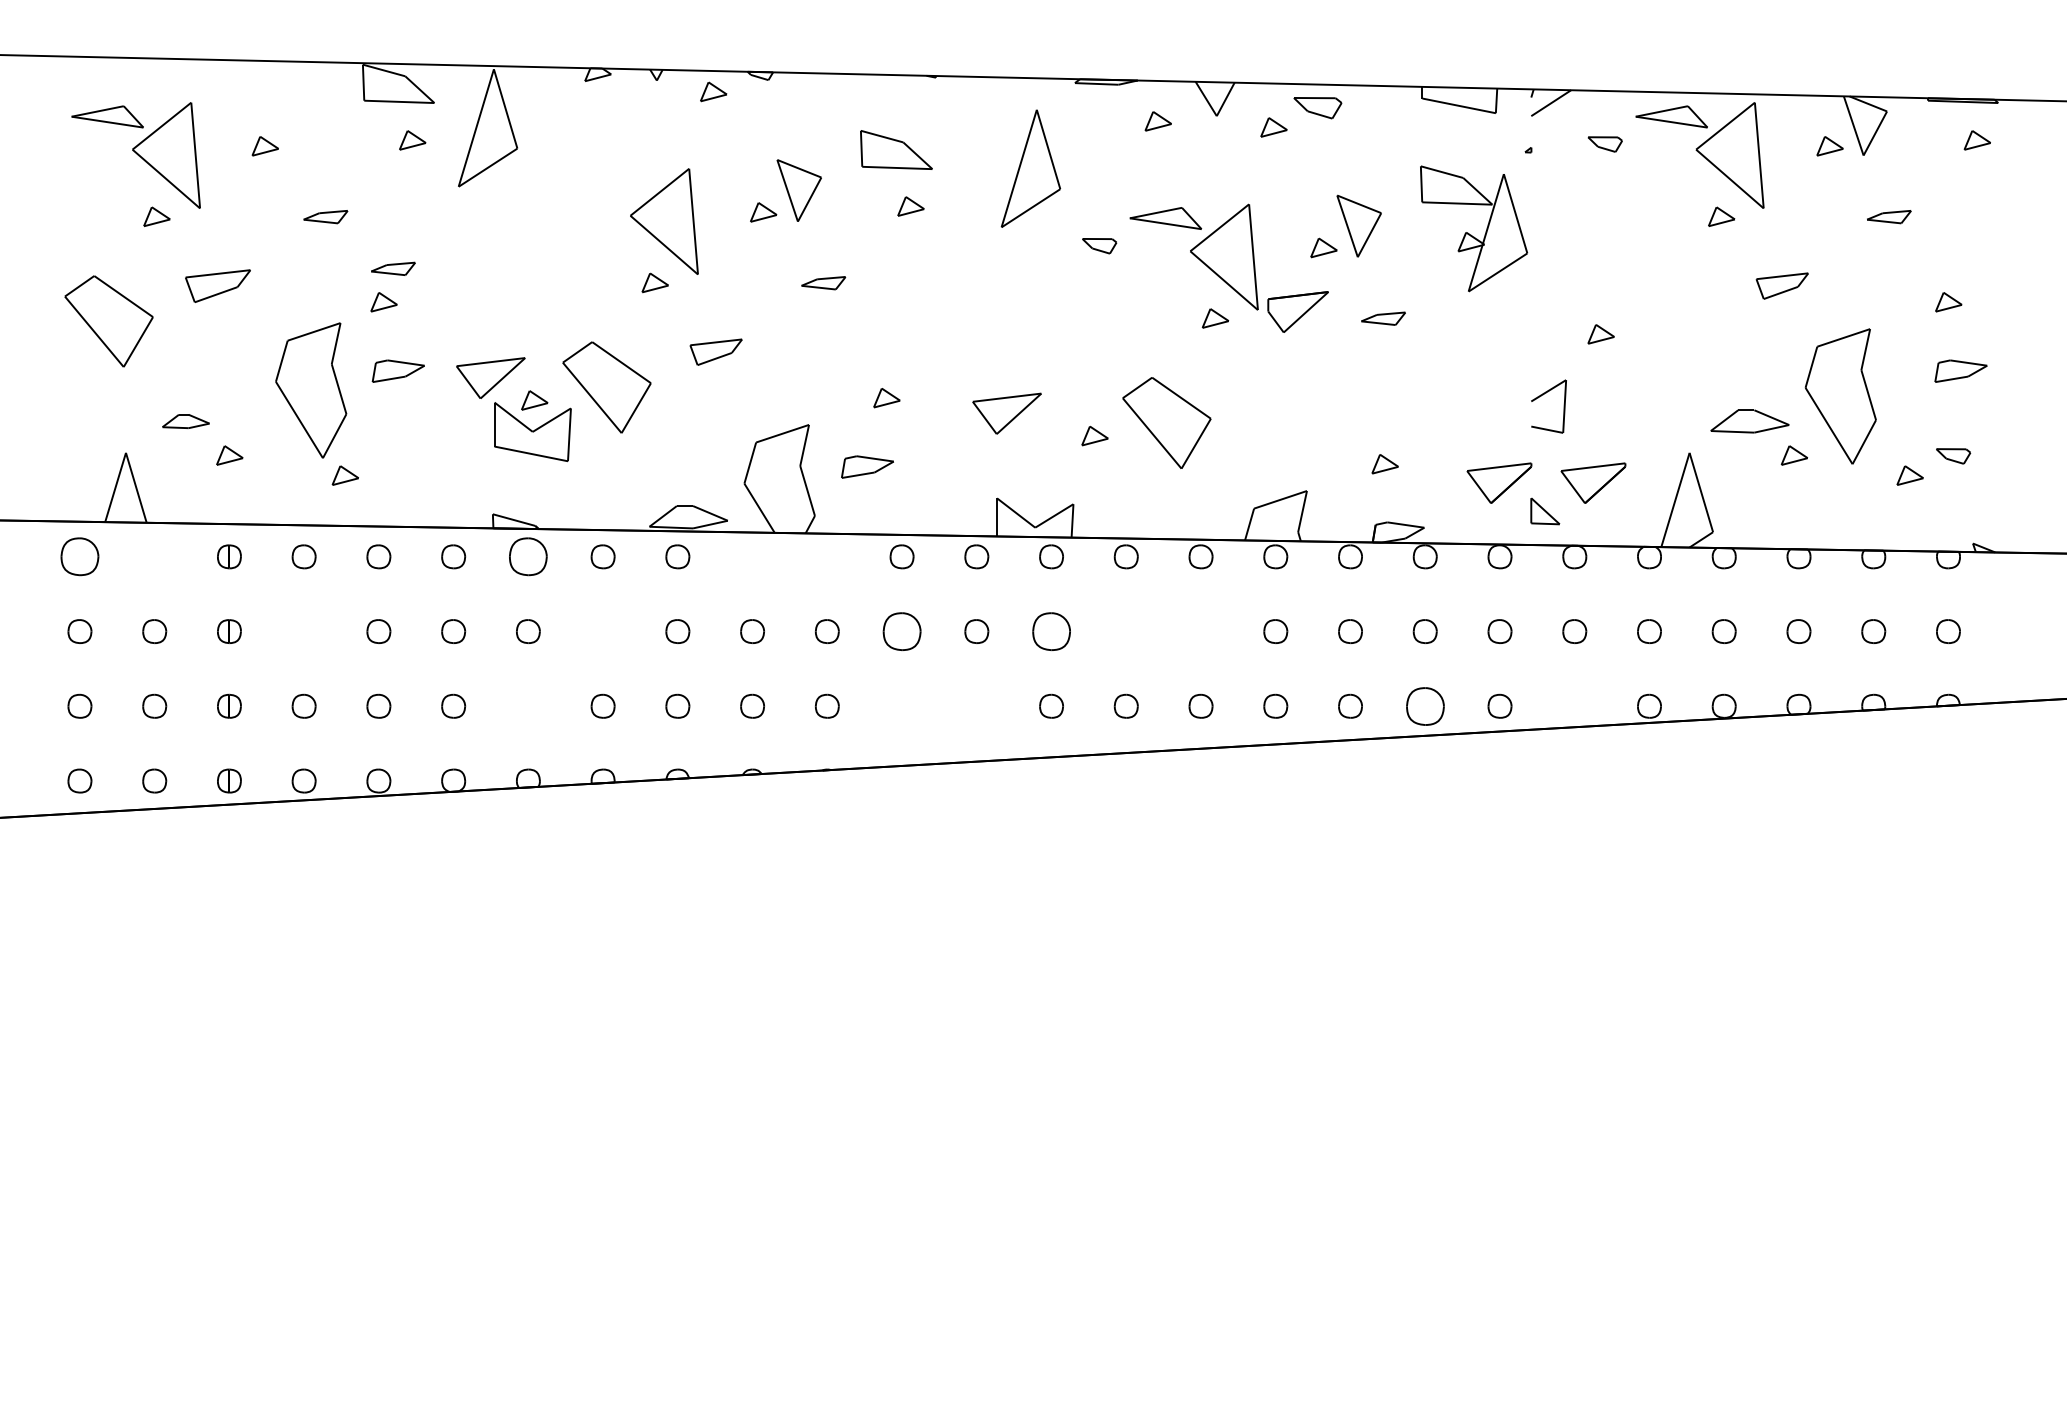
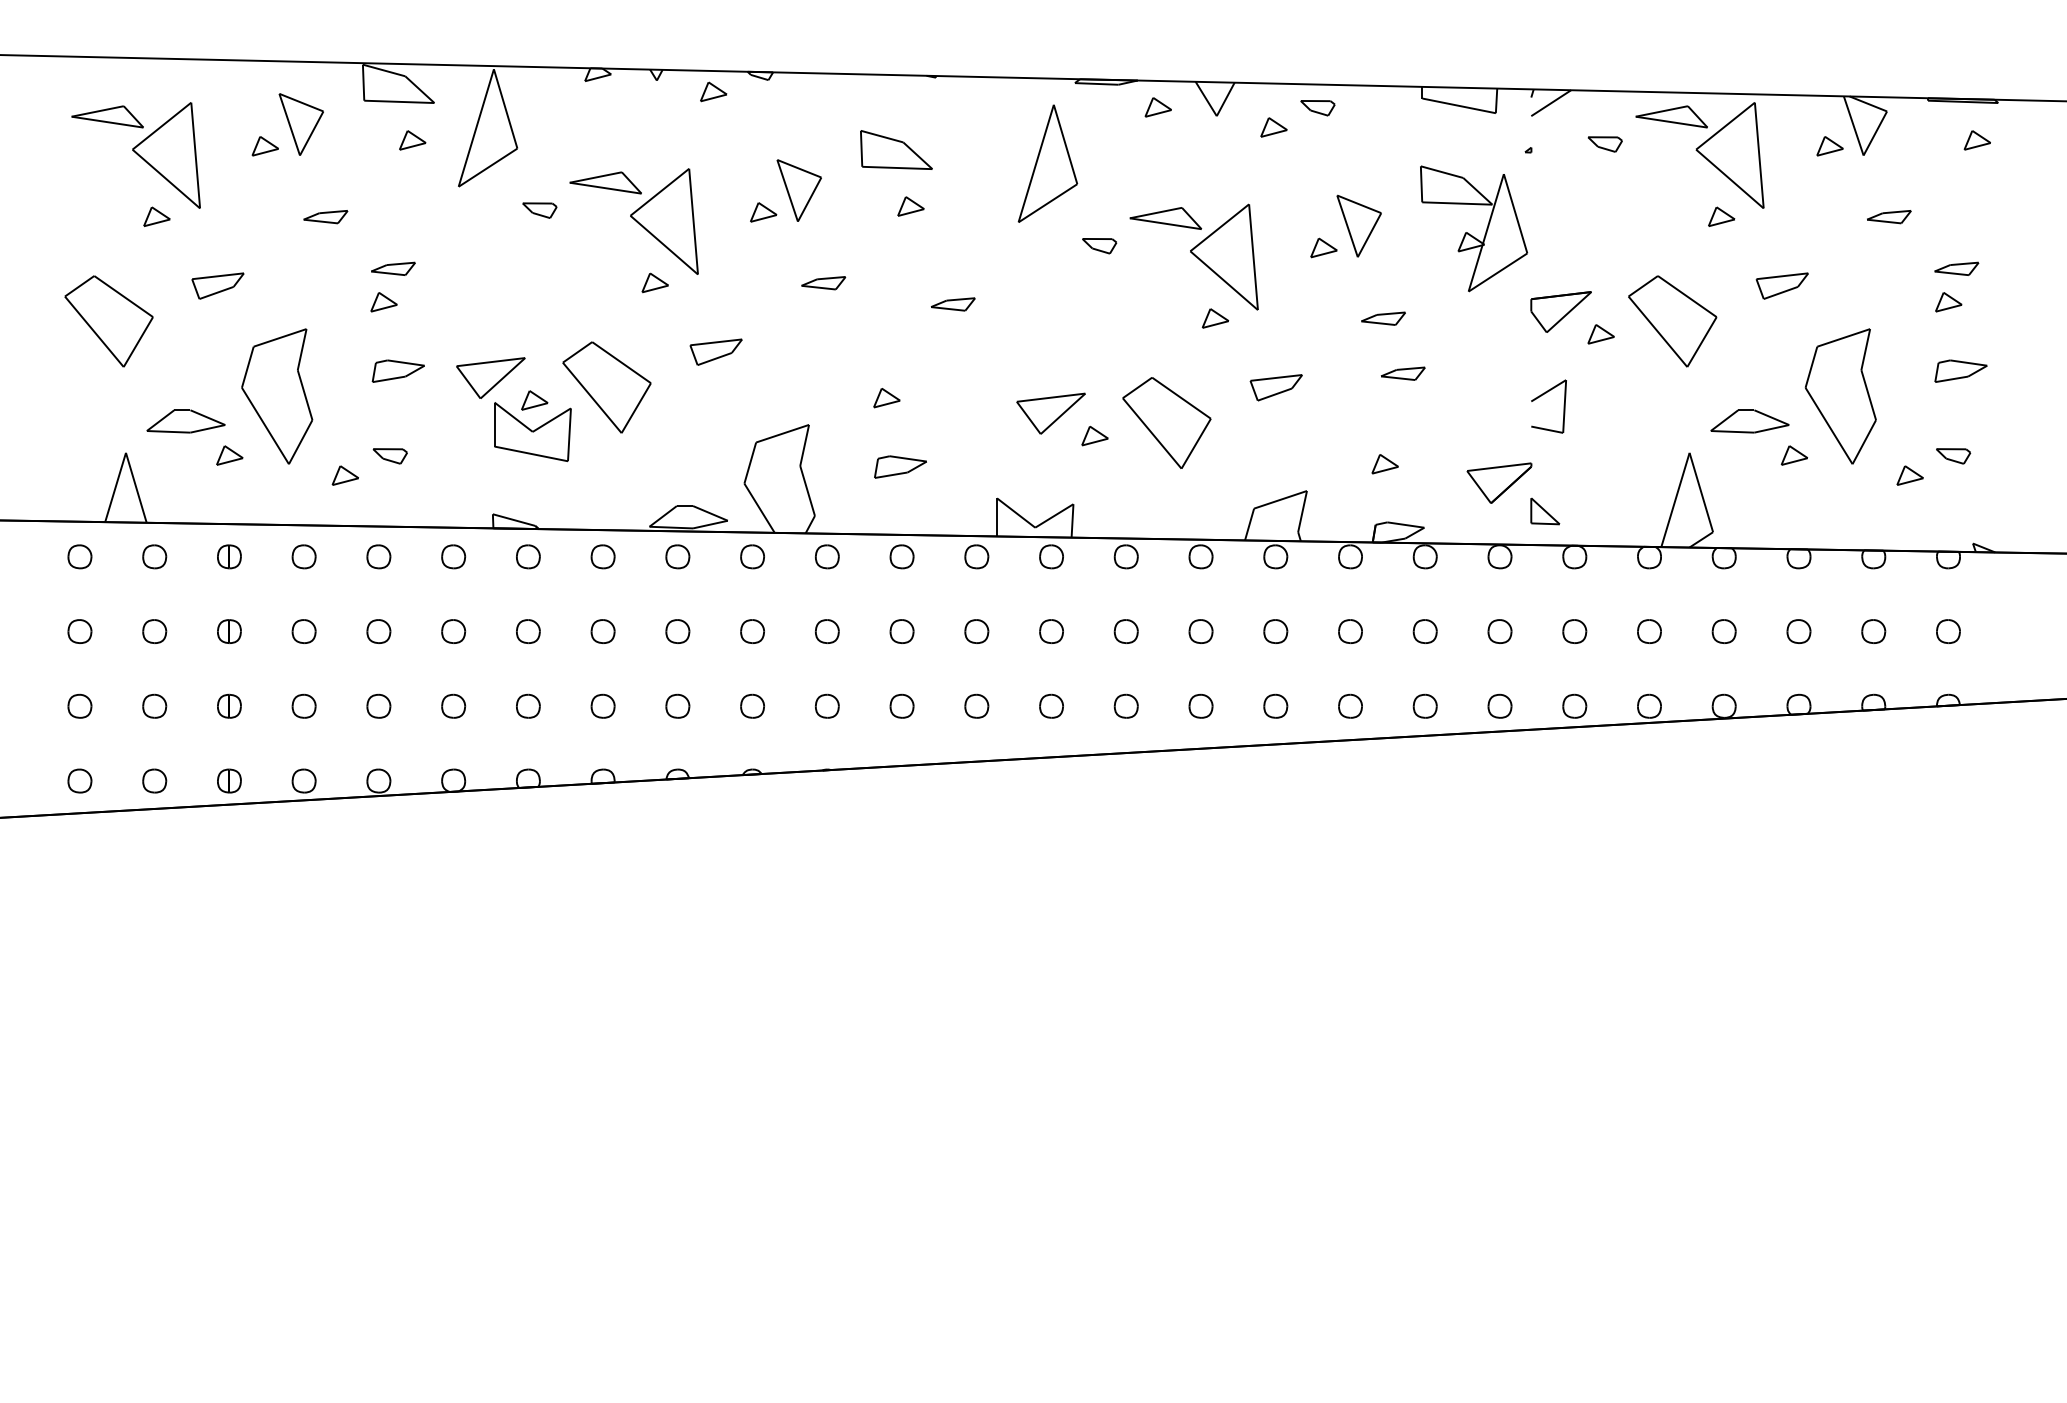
part at (1317, 108) size: 50x23 px -> 36x17 px
part at (1157, 121) position: (1157, 121) -> (1157, 107)
part at (300, 124): none -> present
part at (1030, 168) position: (1030, 168) -> (1047, 163)
part at (605, 182): none -> present
part at (539, 210): none -> present
part at (1956, 268): none -> present
part at (217, 285) size: 66x34 px -> 54x28 px
part at (952, 304): none -> present
part at (1297, 311) position: (1297, 311) -> (1560, 311)
part at (1672, 321): none -> present
part at (1402, 373): none -> present
part at (1275, 387): none -> present
part at (311, 390) position: (311, 390) -> (277, 396)
part at (1006, 413) position: (1006, 413) -> (1050, 413)
part at (185, 421) size: 48x15 px -> 80x25 px
part at (389, 456): none -> present
part at (867, 466) position: (867, 466) -> (900, 466)
part at (1593, 482): present -> none
part at (79, 556) size: 40x40 px -> 26x26 px
part at (154, 556): none -> present
part at (528, 556) size: 39x40 px -> 25x26 px
part at (752, 556): none -> present
part at (827, 556): none -> present
part at (303, 631): none -> present
part at (602, 631): none -> present
part at (901, 631) size: 40x39 px -> 26x25 px
part at (1051, 631) size: 39x39 px -> 25x25 px
part at (1125, 631): none -> present
part at (1200, 631): none -> present
part at (528, 705): none -> present
part at (901, 705): none -> present
part at (976, 705): none -> present
part at (1574, 705): none -> present
part at (1425, 706) size: 39x39 px -> 26x26 px
